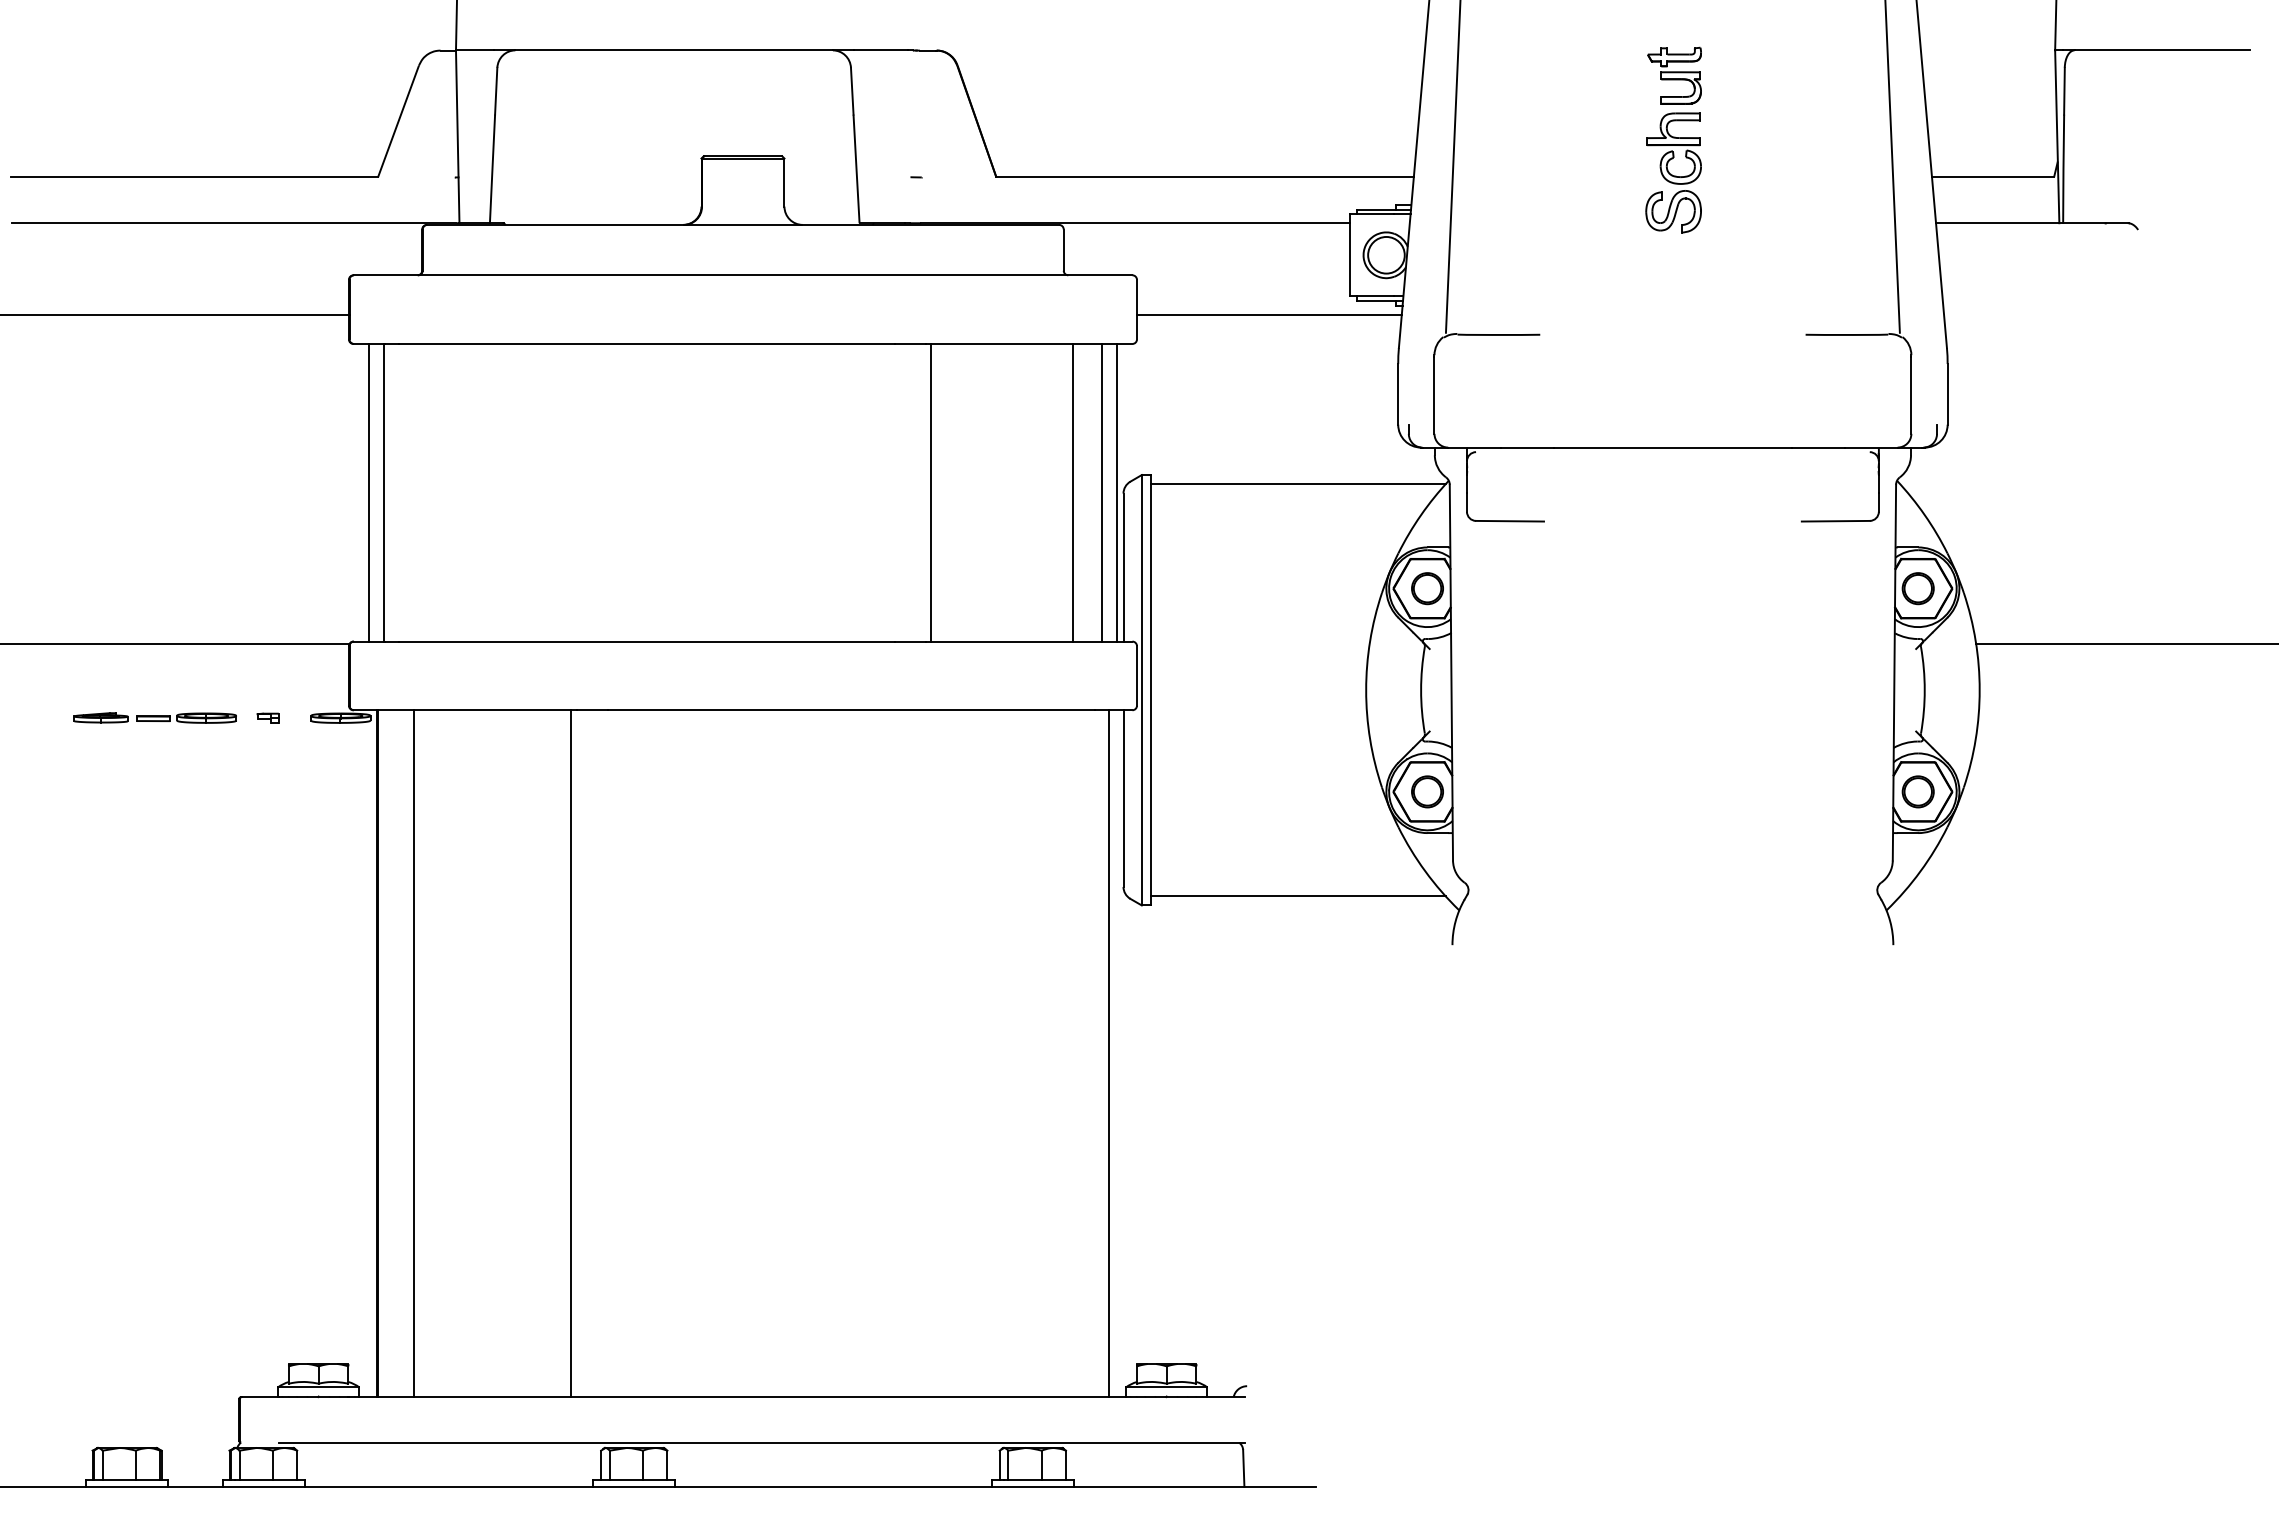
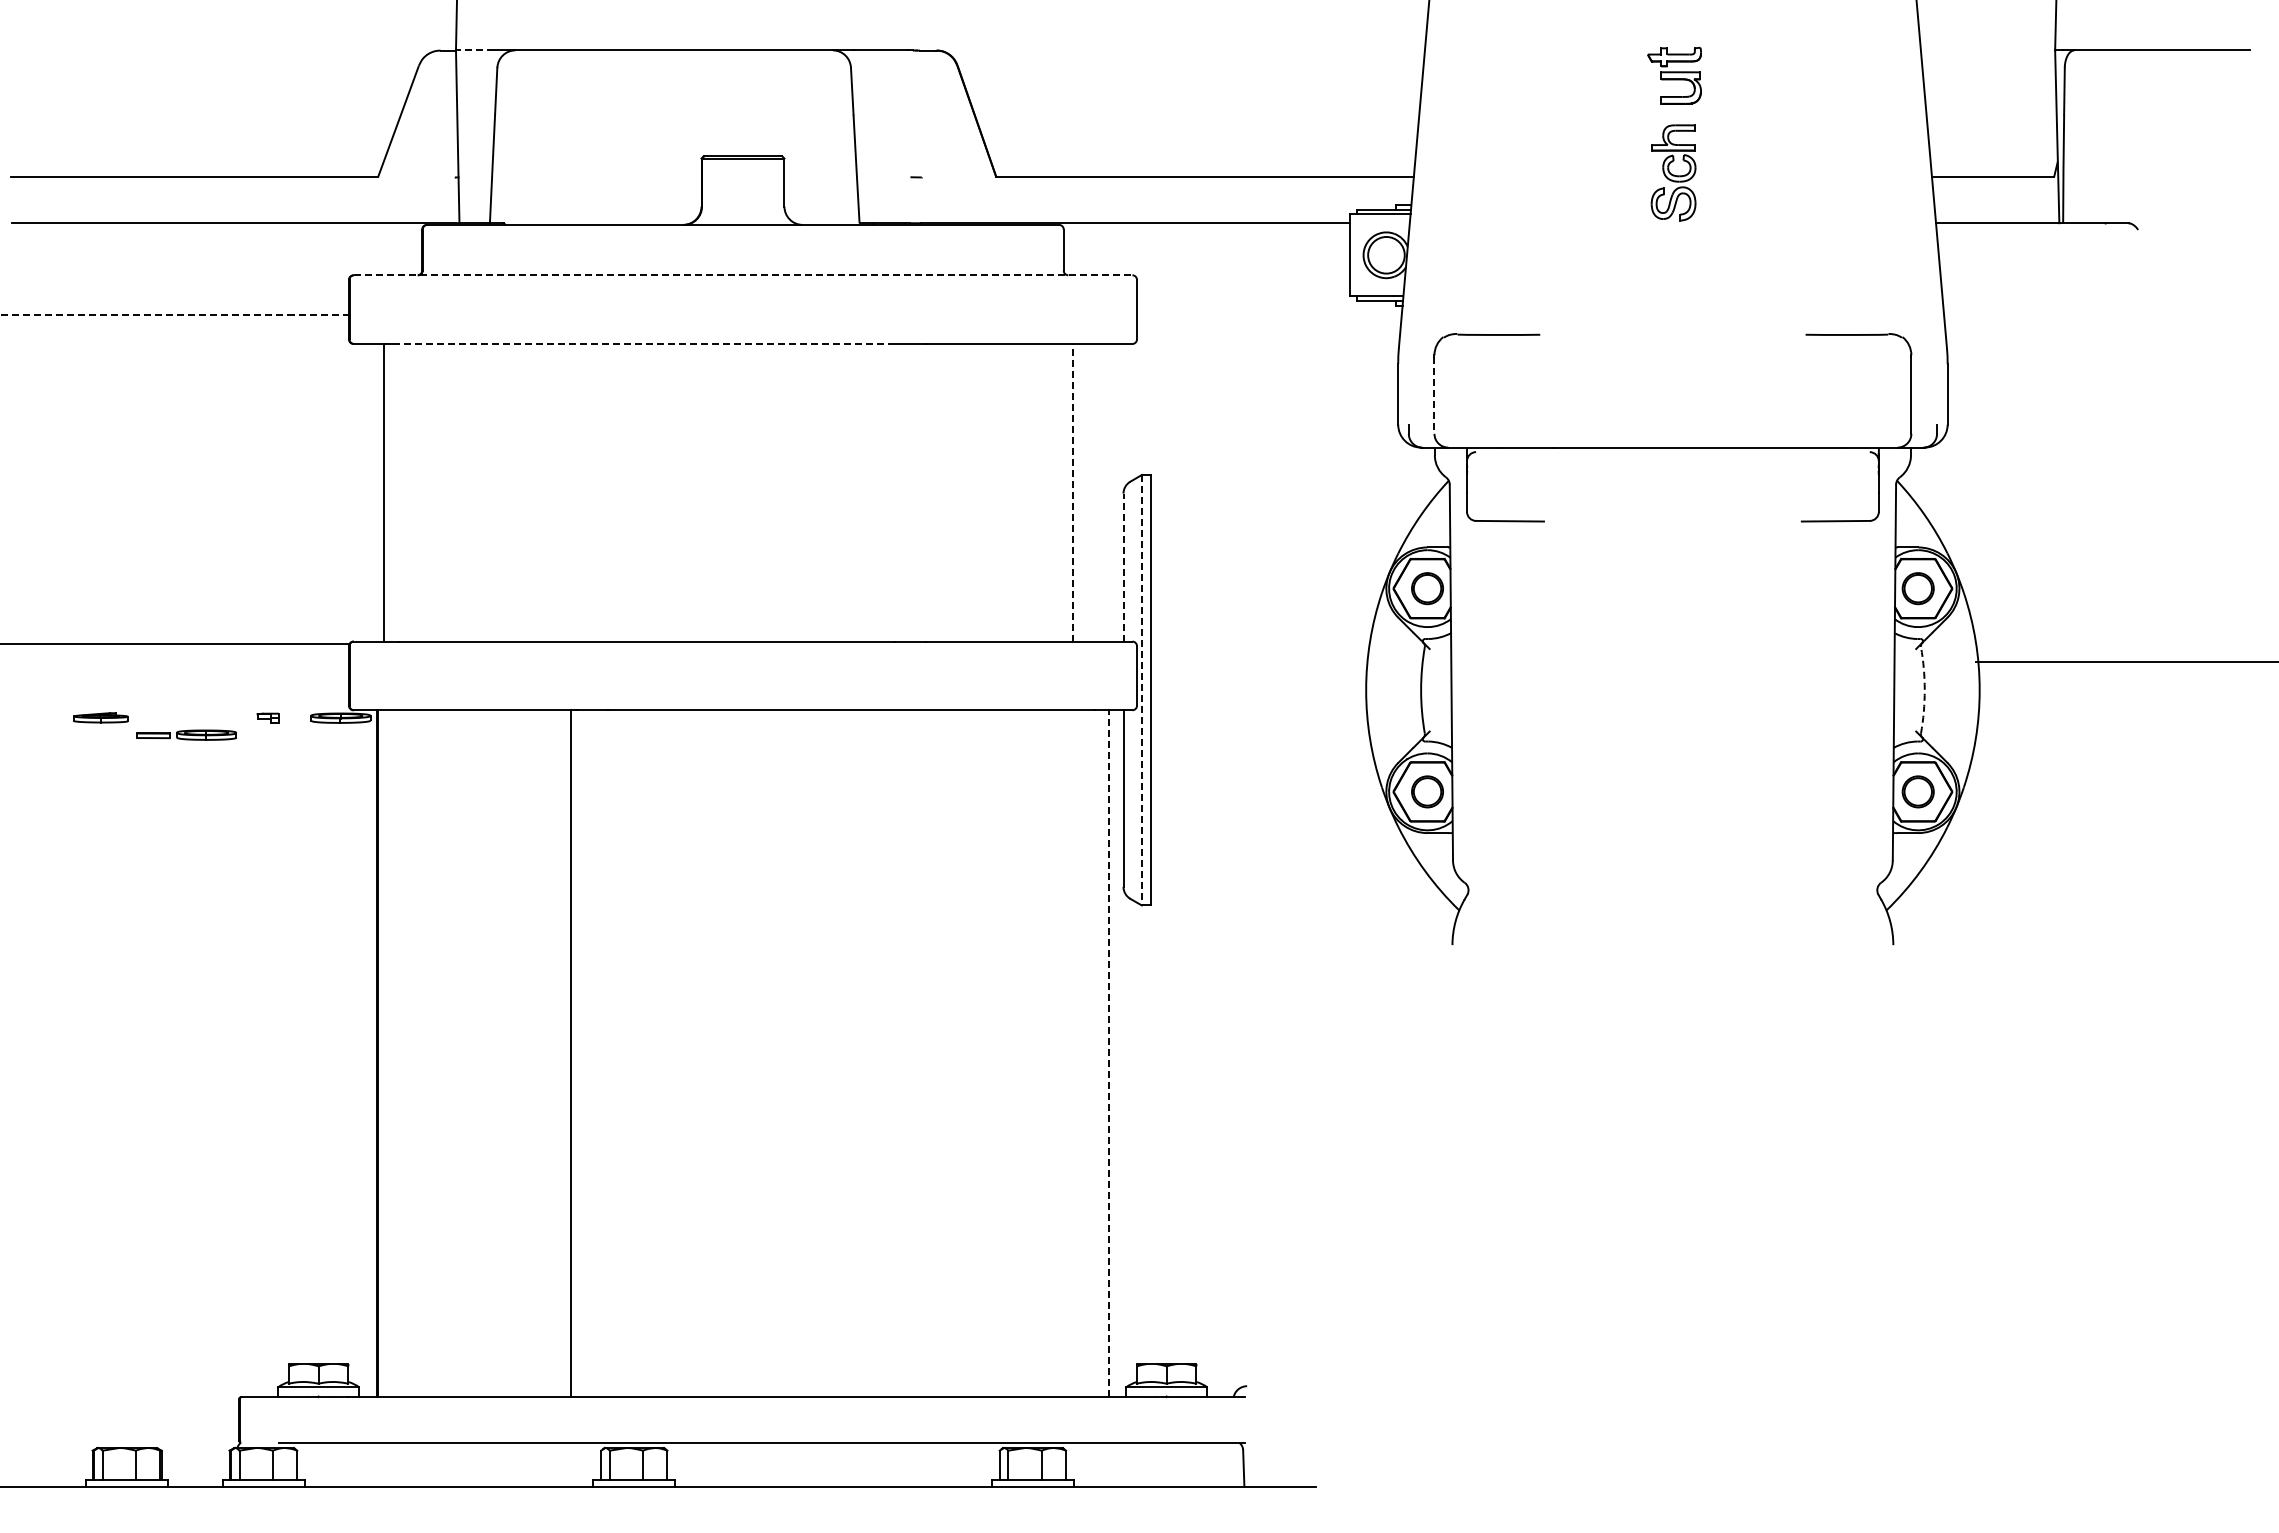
line at (474, 50): solid -> dashed
line at (1452, 167): present -> none
line at (1892, 167): present -> none
part at (1673, 172) size: 57x122 px -> 47x98 px
line at (743, 275): solid -> dashed
line at (174, 314): solid -> dashed
line at (1269, 314): present -> none
line at (647, 343): solid -> dashed
line at (1434, 396): solid -> dashed
line at (1297, 484): present -> none
line at (368, 492): present -> none
line at (930, 492): present -> none
line at (1072, 492): solid -> dashed
line at (1101, 492): present -> none
line at (1116, 492): present -> none
line at (1123, 567): solid -> dashed
line at (2125, 644) position: (2125, 644) -> (2125, 662)
line at (1141, 690): solid -> dashed
arc at (1924, 690): solid -> dashed
part at (186, 717) position: (186, 717) -> (186, 734)
line at (1297, 896): present -> none
line at (413, 1053): present -> none
line at (1108, 1053): solid -> dashed
